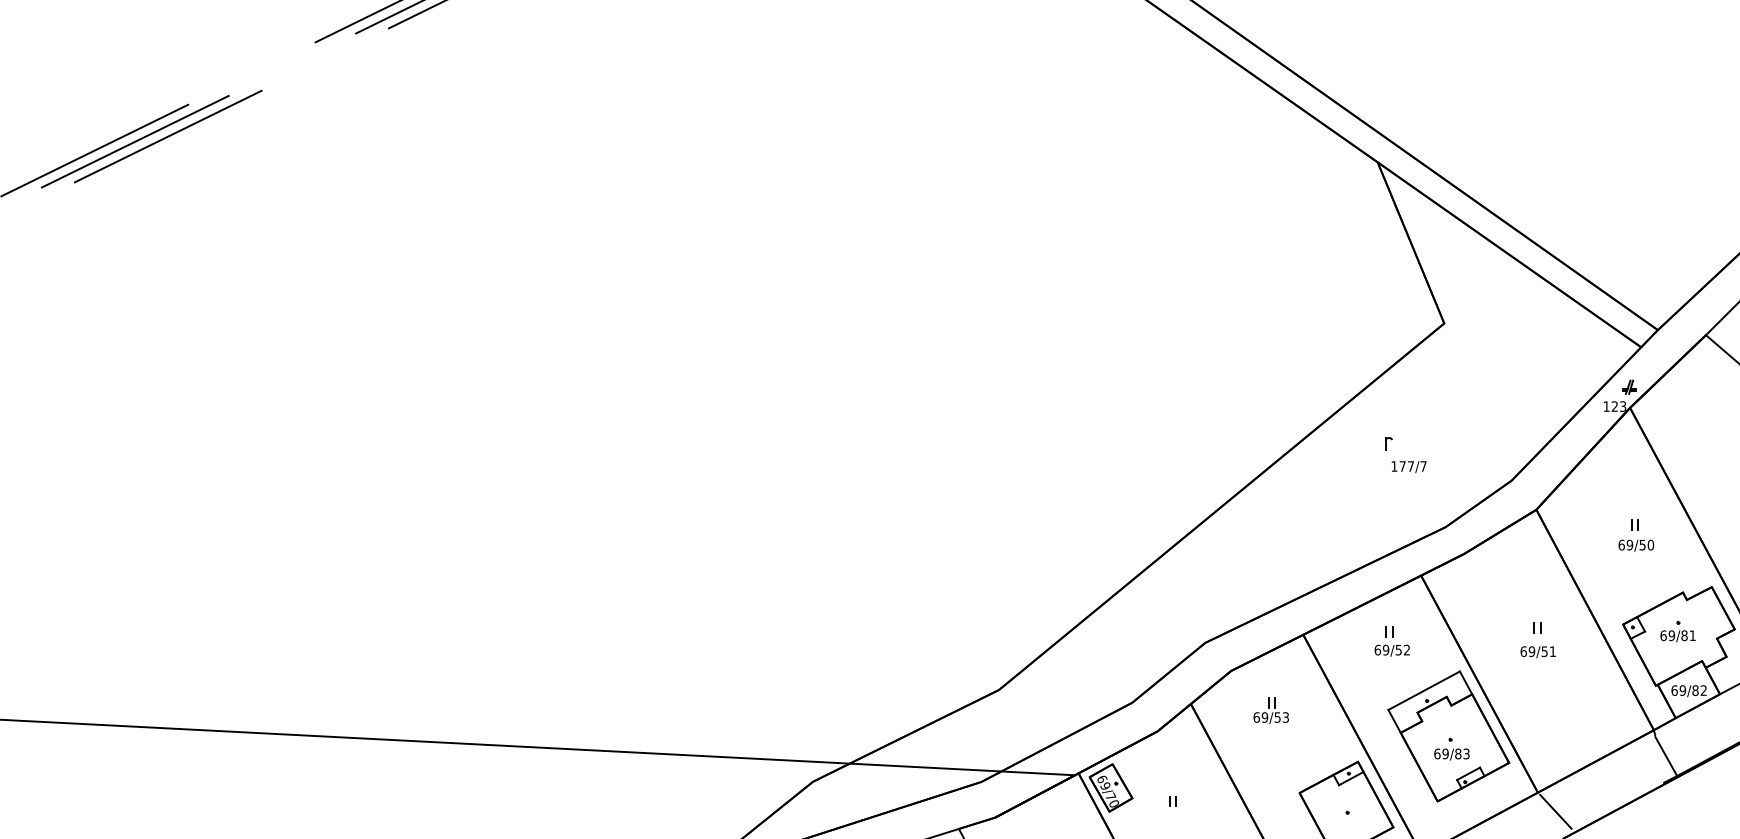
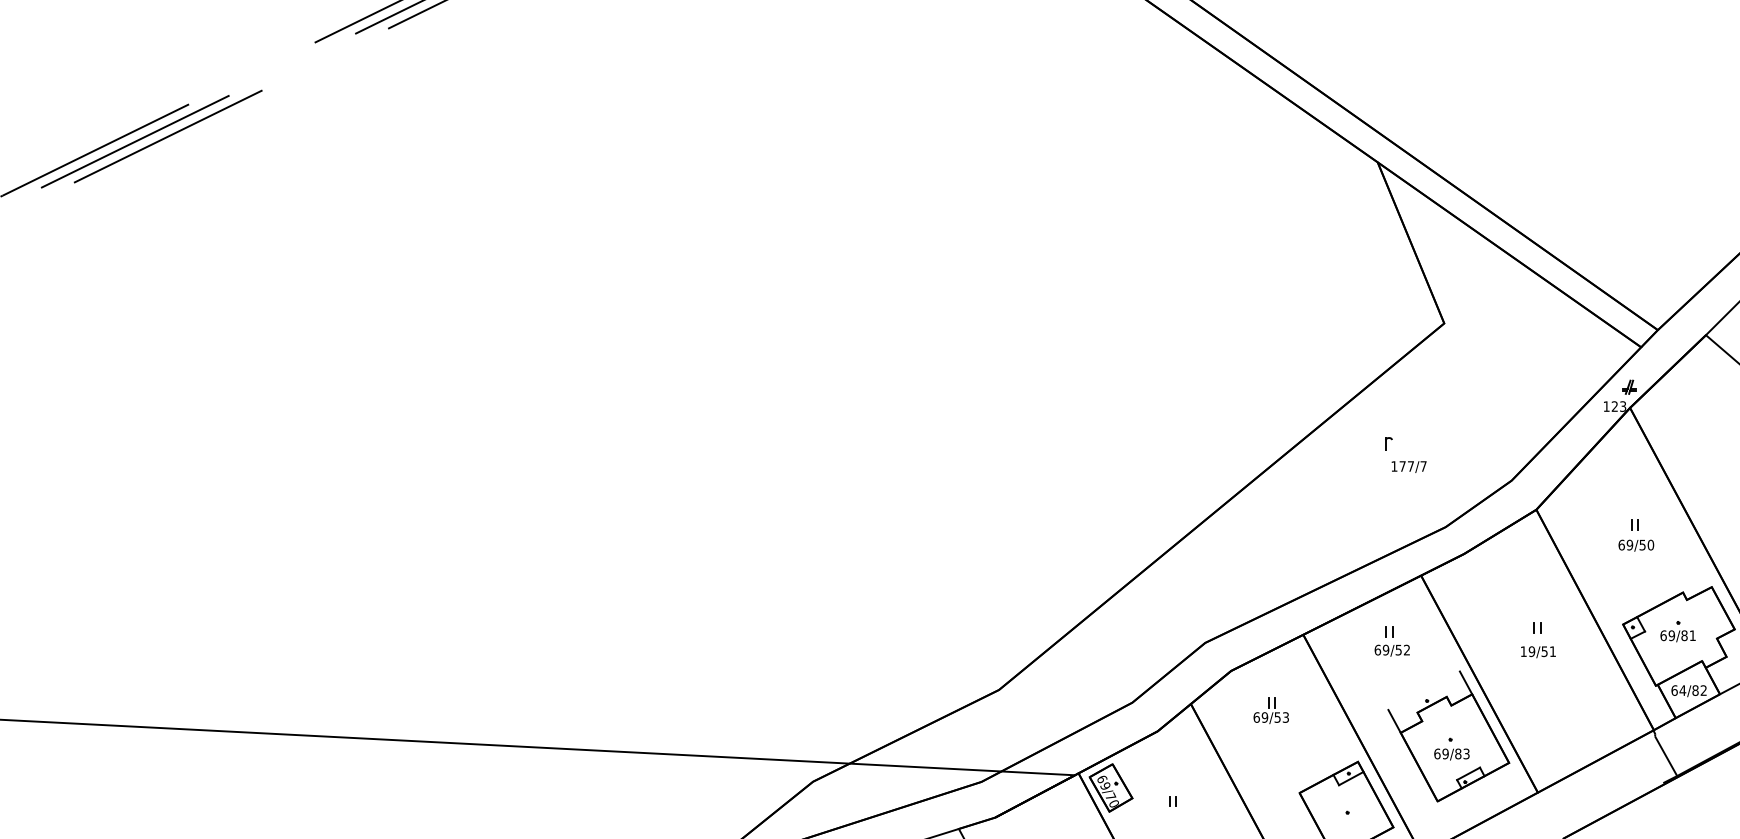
text at (1523, 651): 69/51 -> 19/51
line at (1423, 690): present -> none
text at (1682, 690): 69/82 -> 64/82
line at (1555, 811): present -> none
